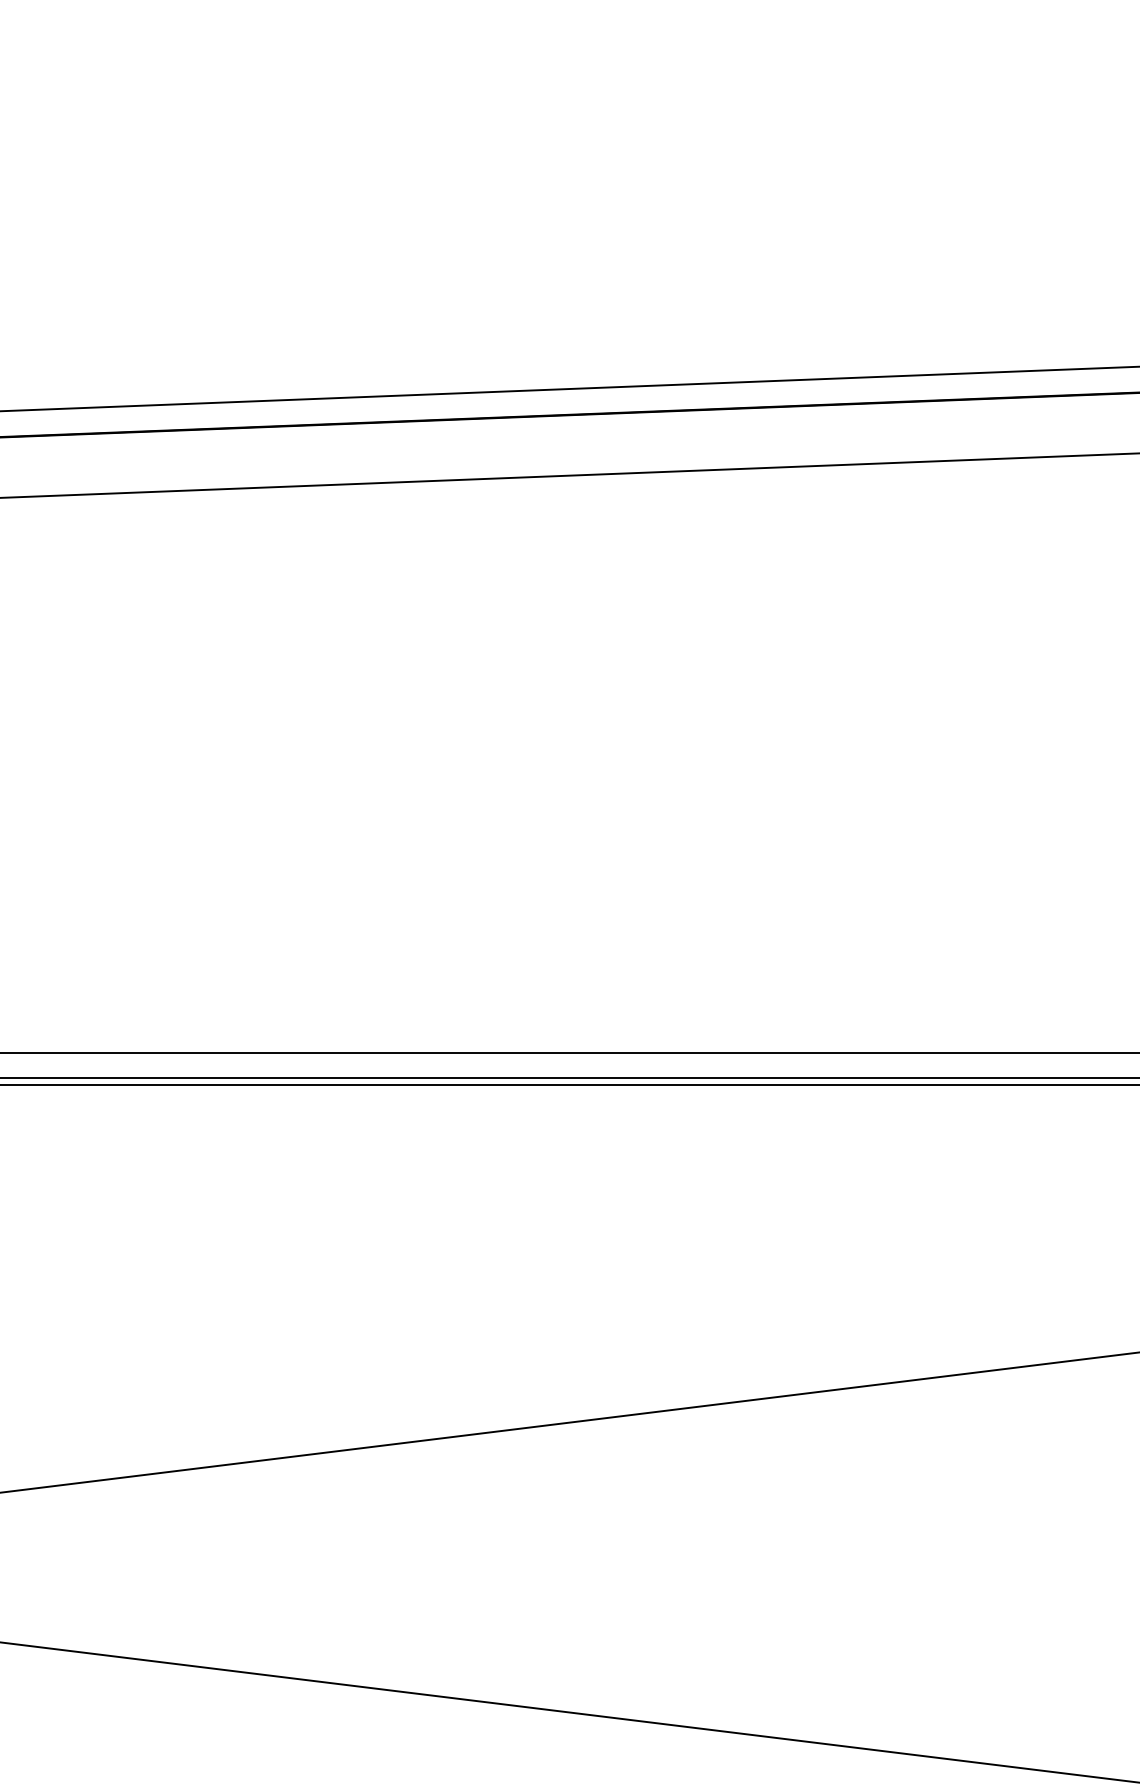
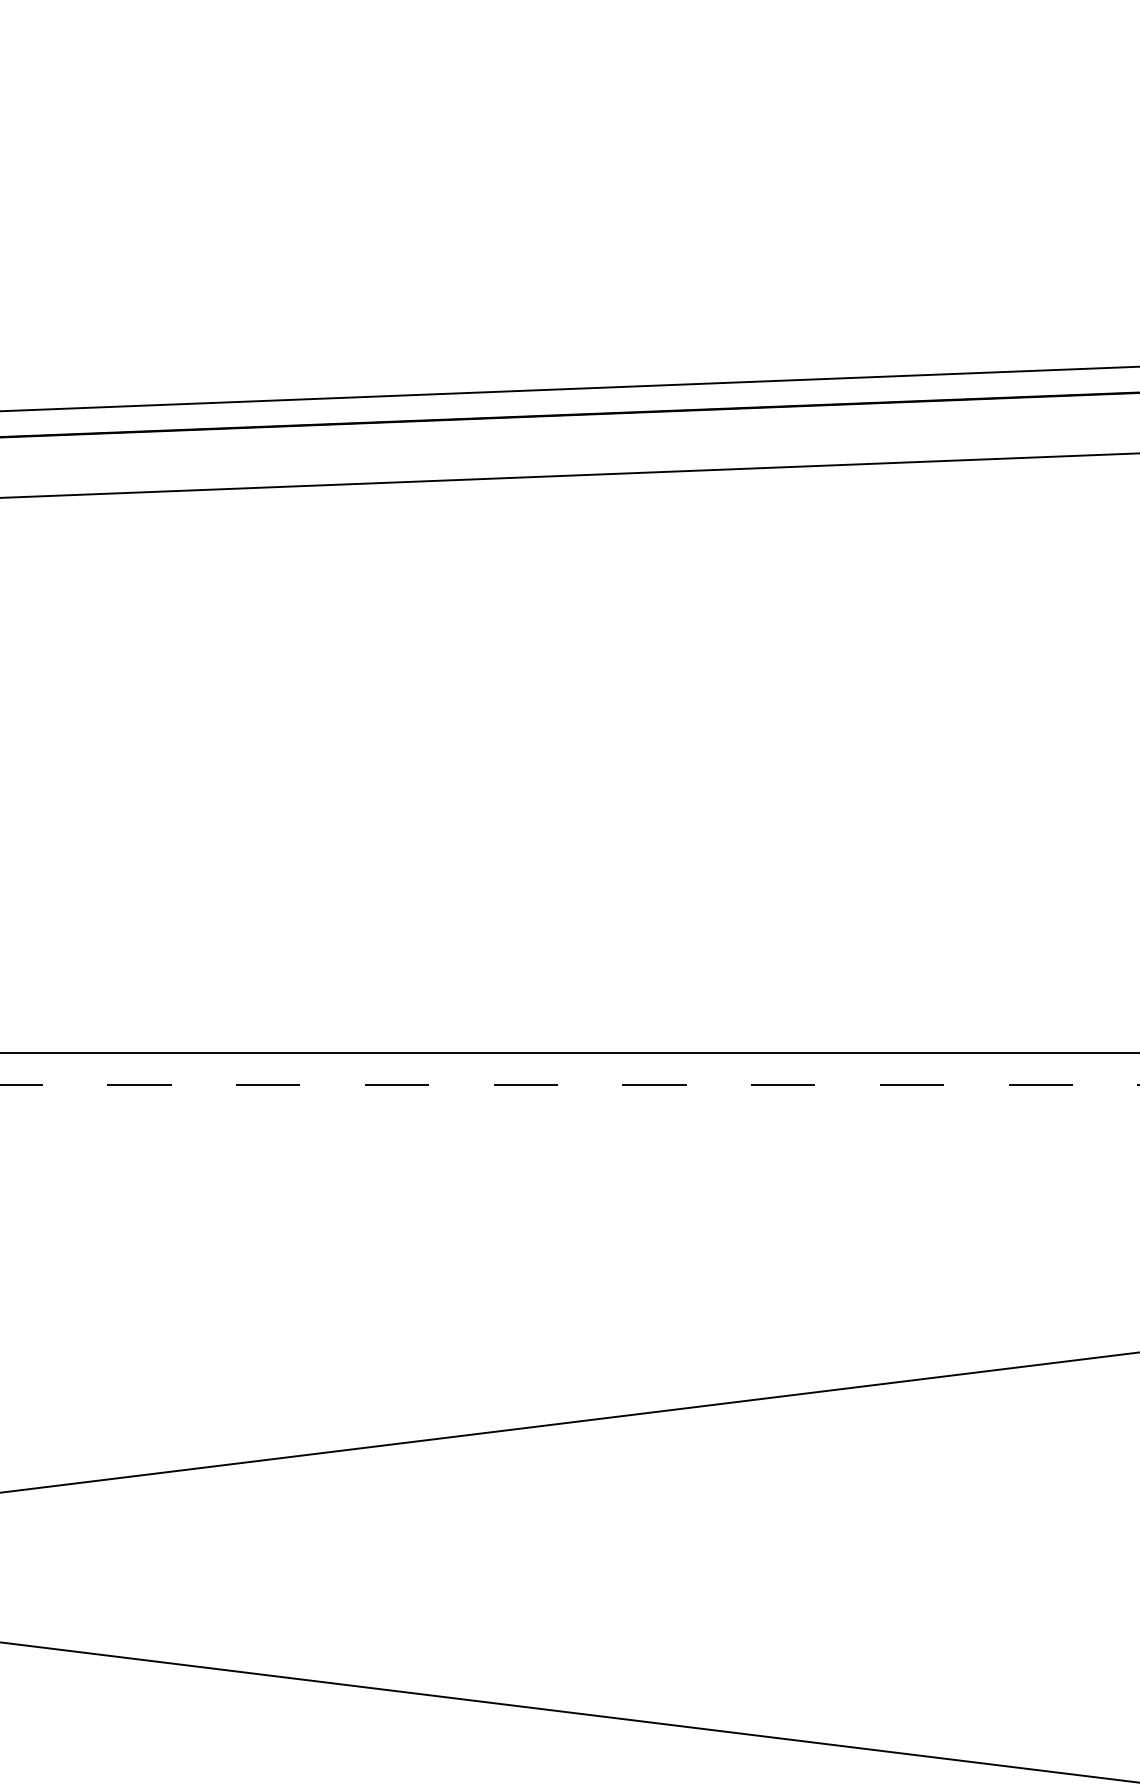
line at (569, 1078): present -> none
line at (571, 1084): solid -> dashed
